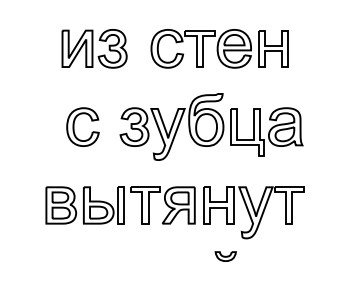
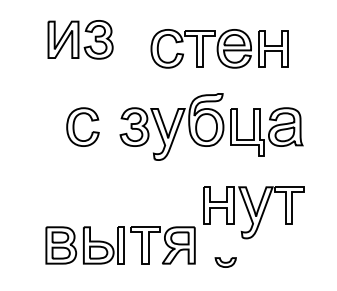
part at (94, 48) position: (94, 48) -> (80, 39)
part at (120, 205) position: (120, 205) -> (120, 245)
part at (225, 256) position: (225, 256) -> (225, 262)
